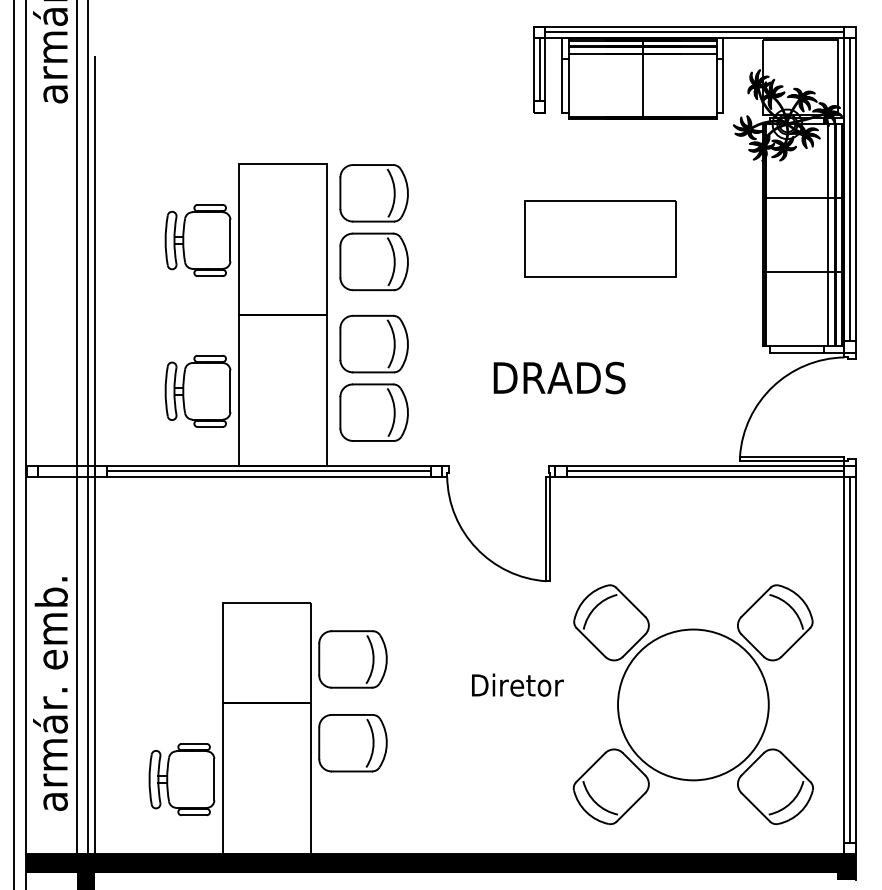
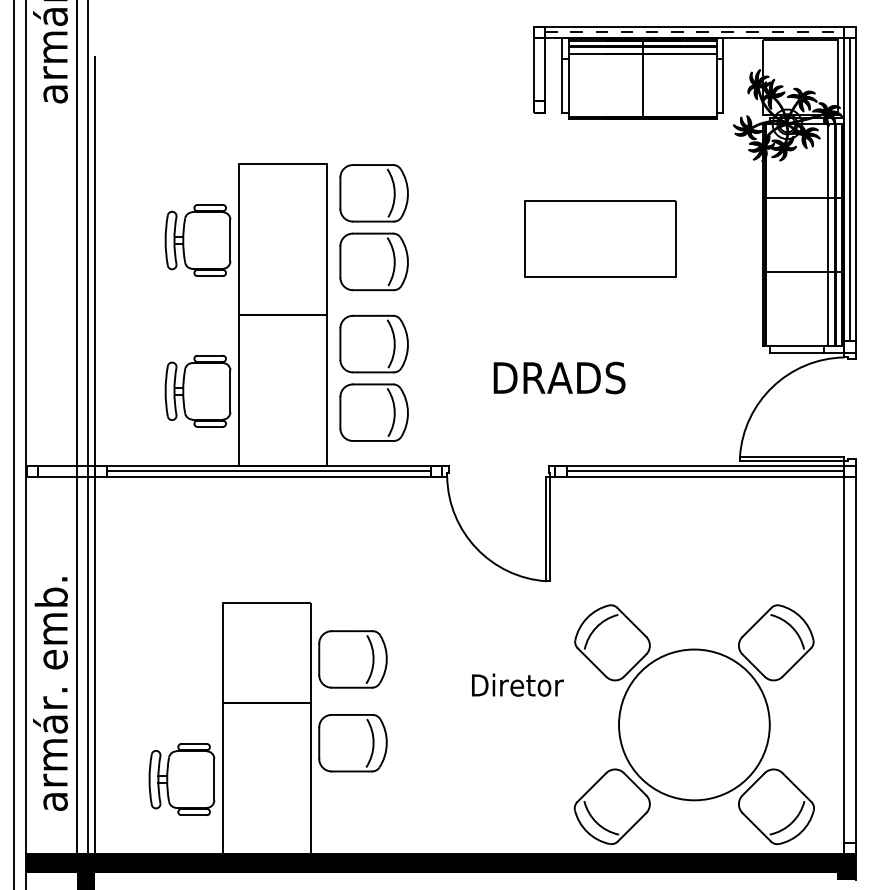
line at (694, 32): solid -> dashed
line at (539, 69): present -> none
line at (850, 659): present -> none
part at (692, 704) position: (692, 704) -> (693, 724)
